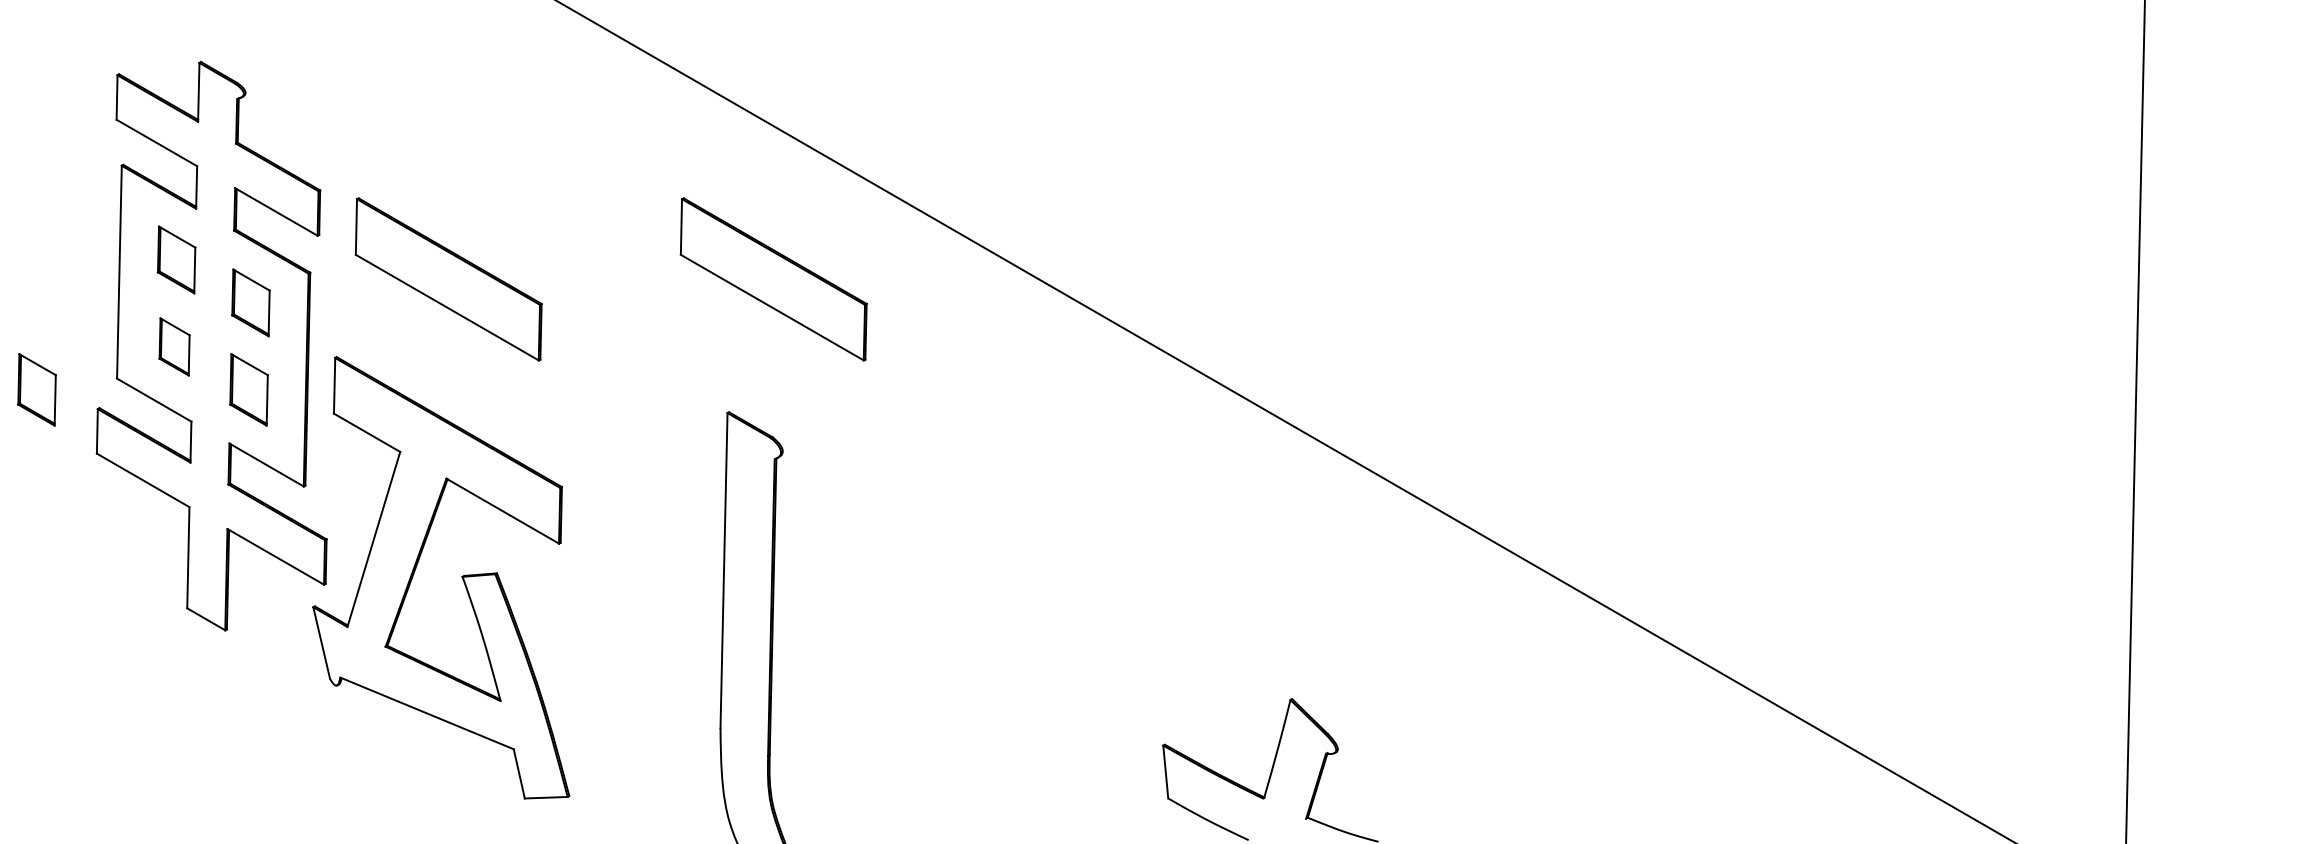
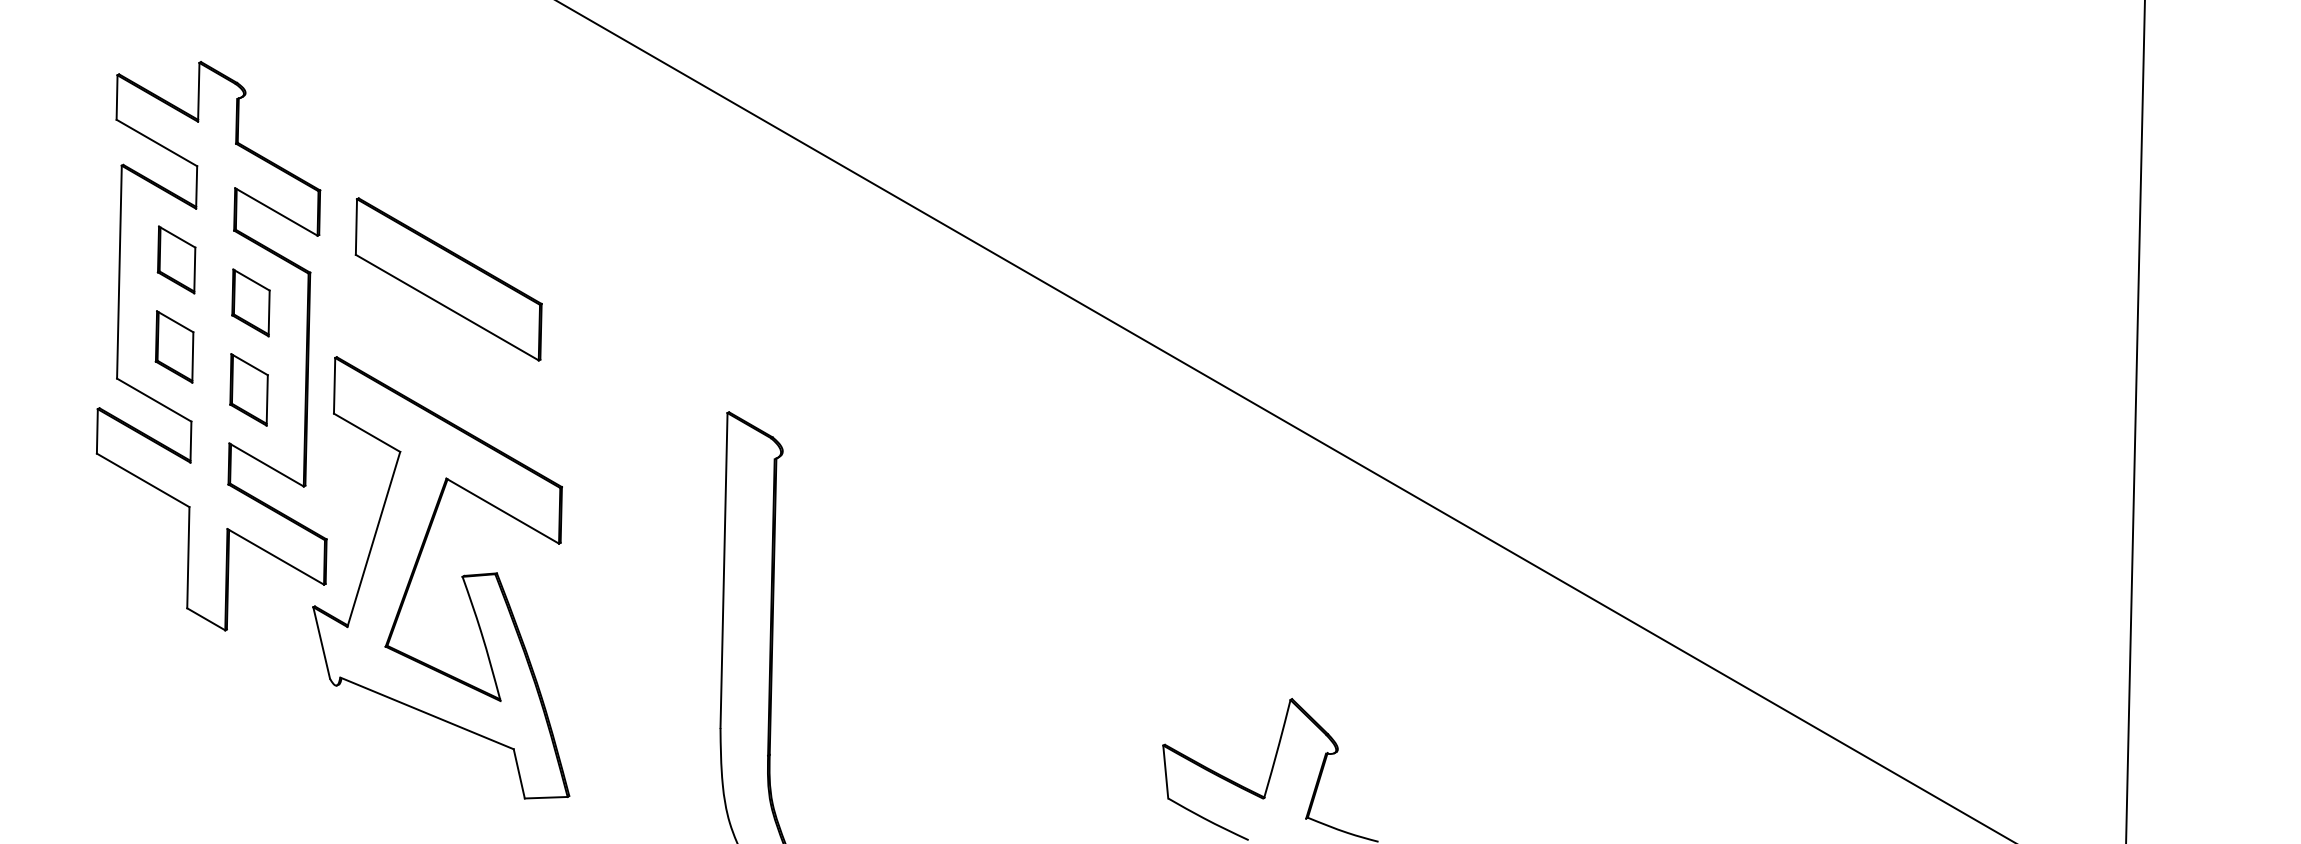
part at (773, 279): present -> none
part at (174, 346) size: 33x60 px -> 41x74 px
part at (36, 389): present -> none
